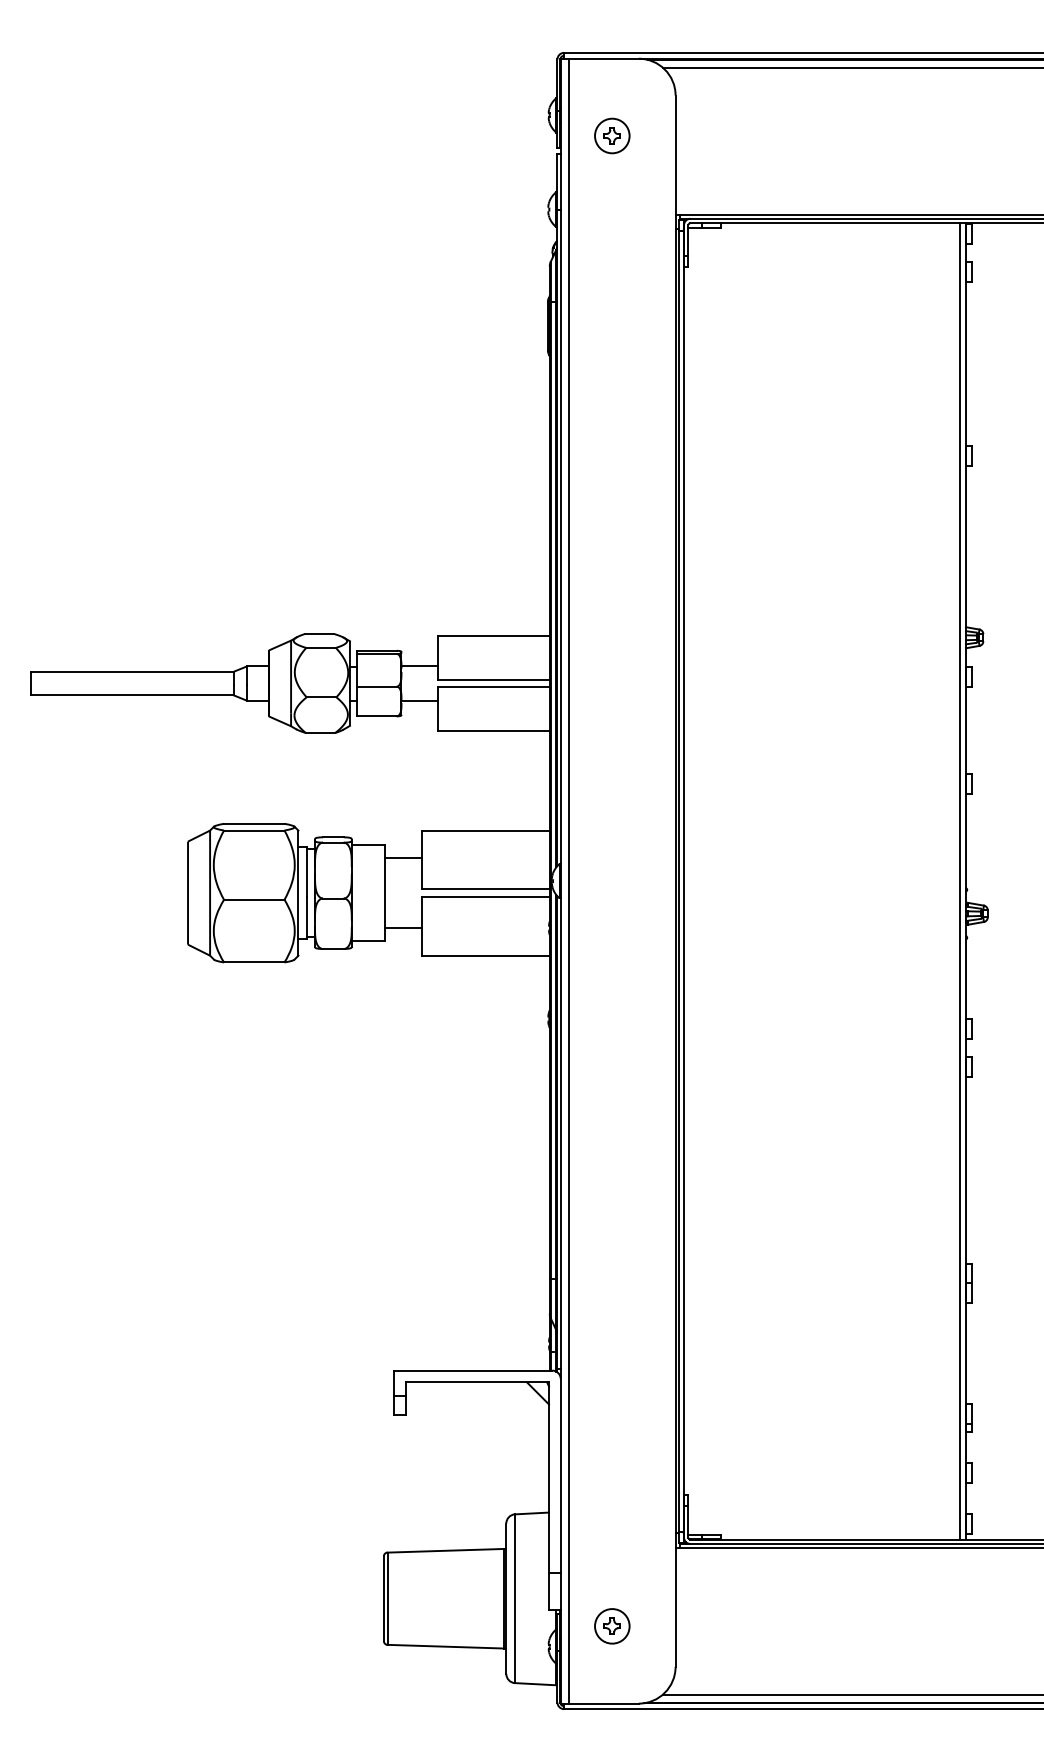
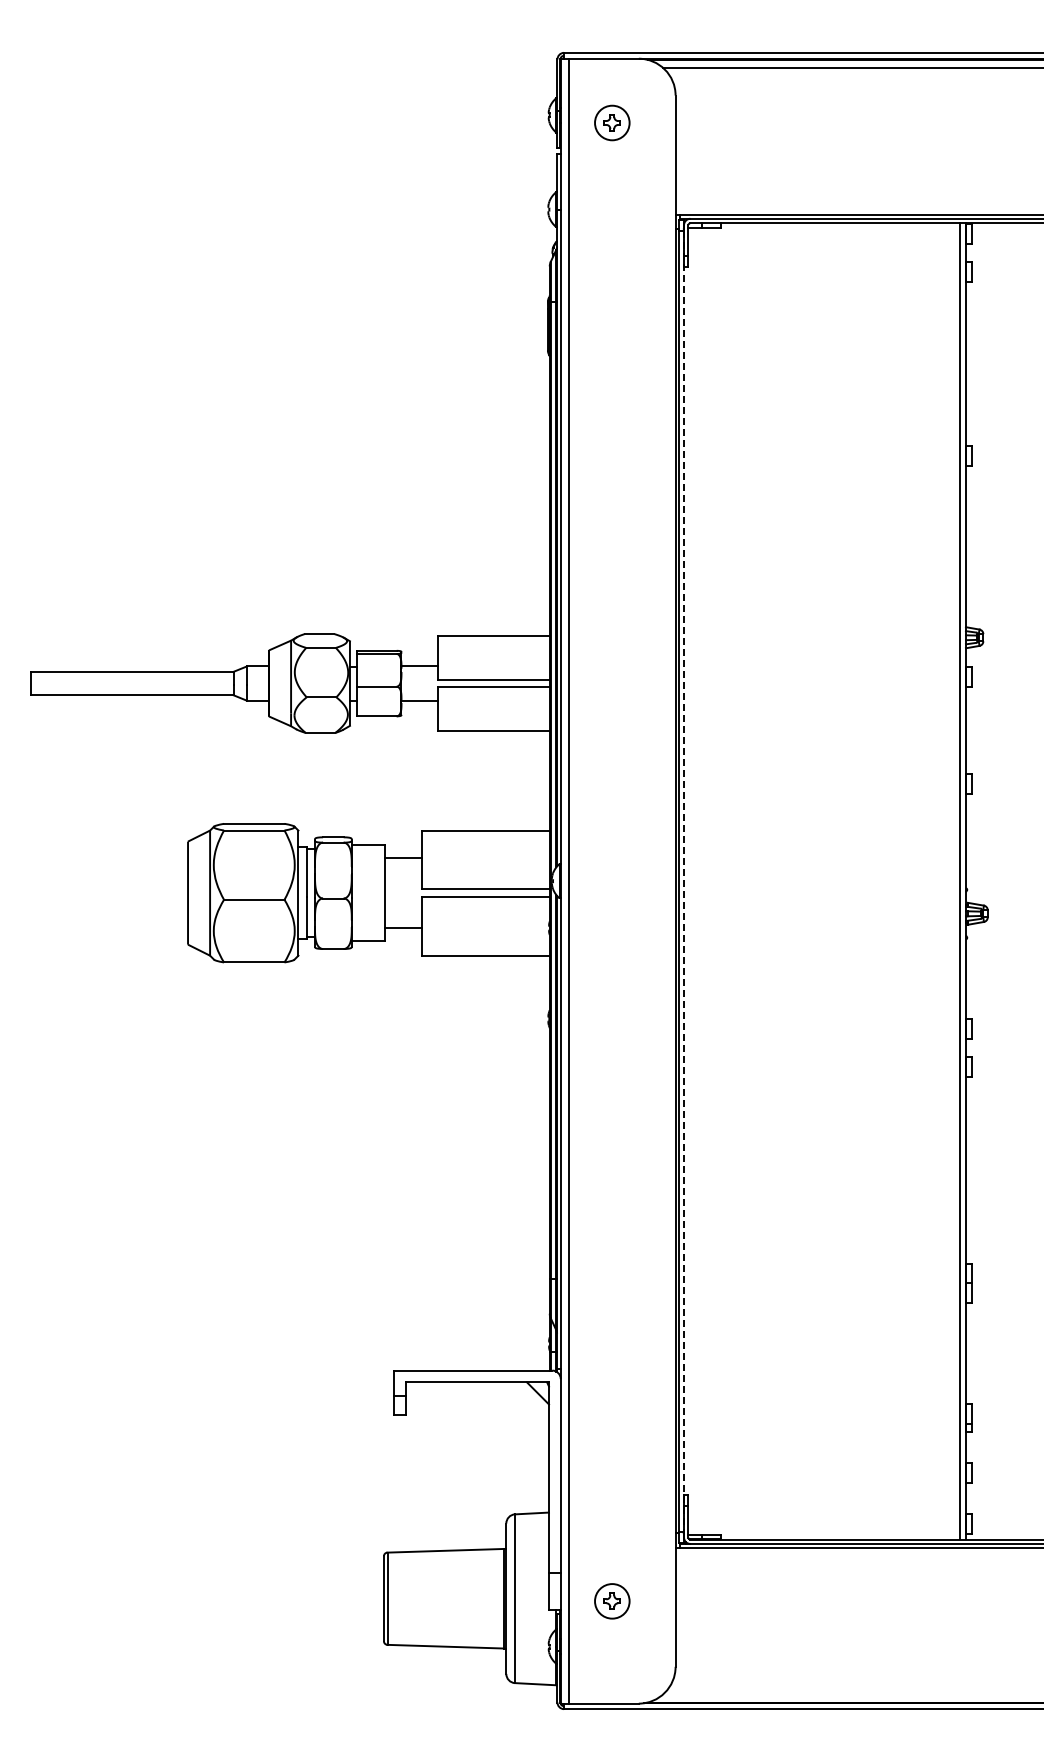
part at (612, 135) position: (612, 135) -> (612, 122)
line at (683, 881): solid -> dashed
part at (612, 1626) position: (612, 1626) -> (612, 1601)
line at (851, 1694): present -> none
